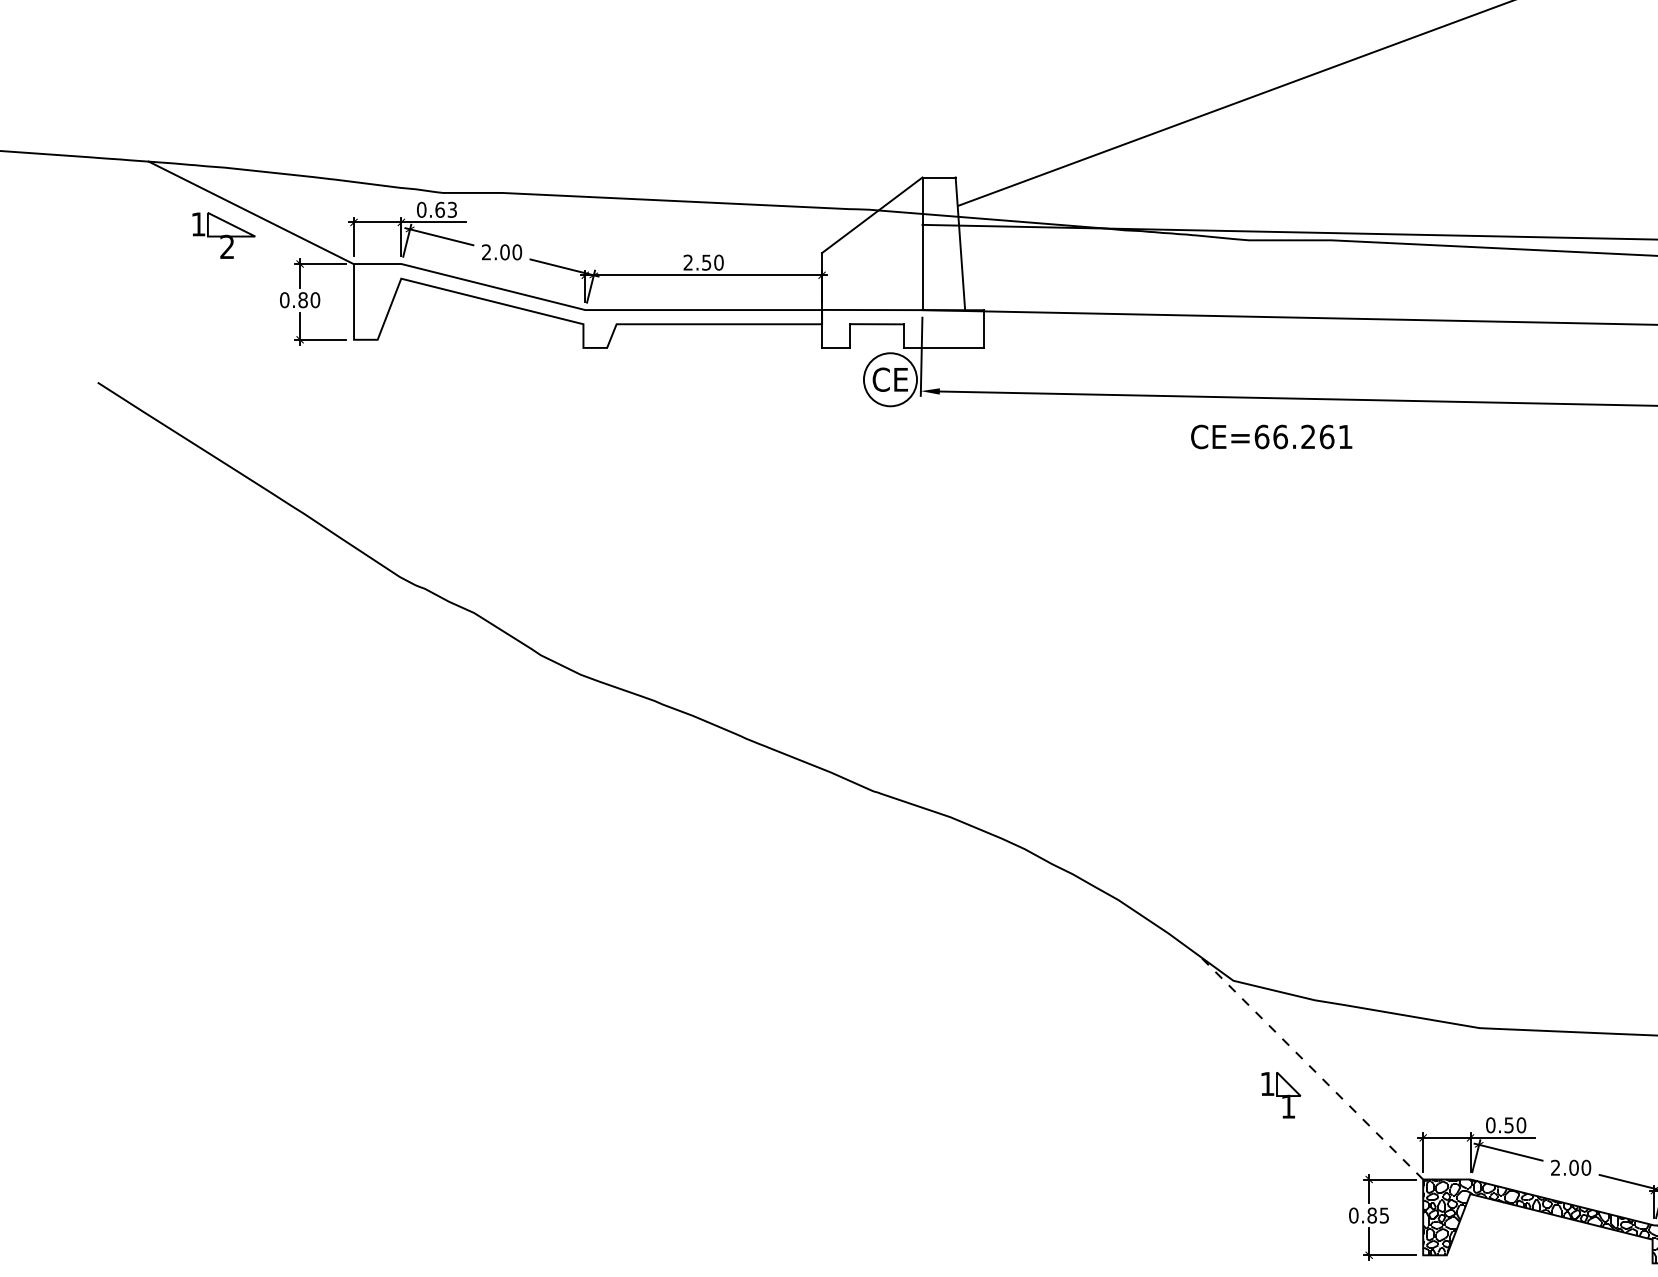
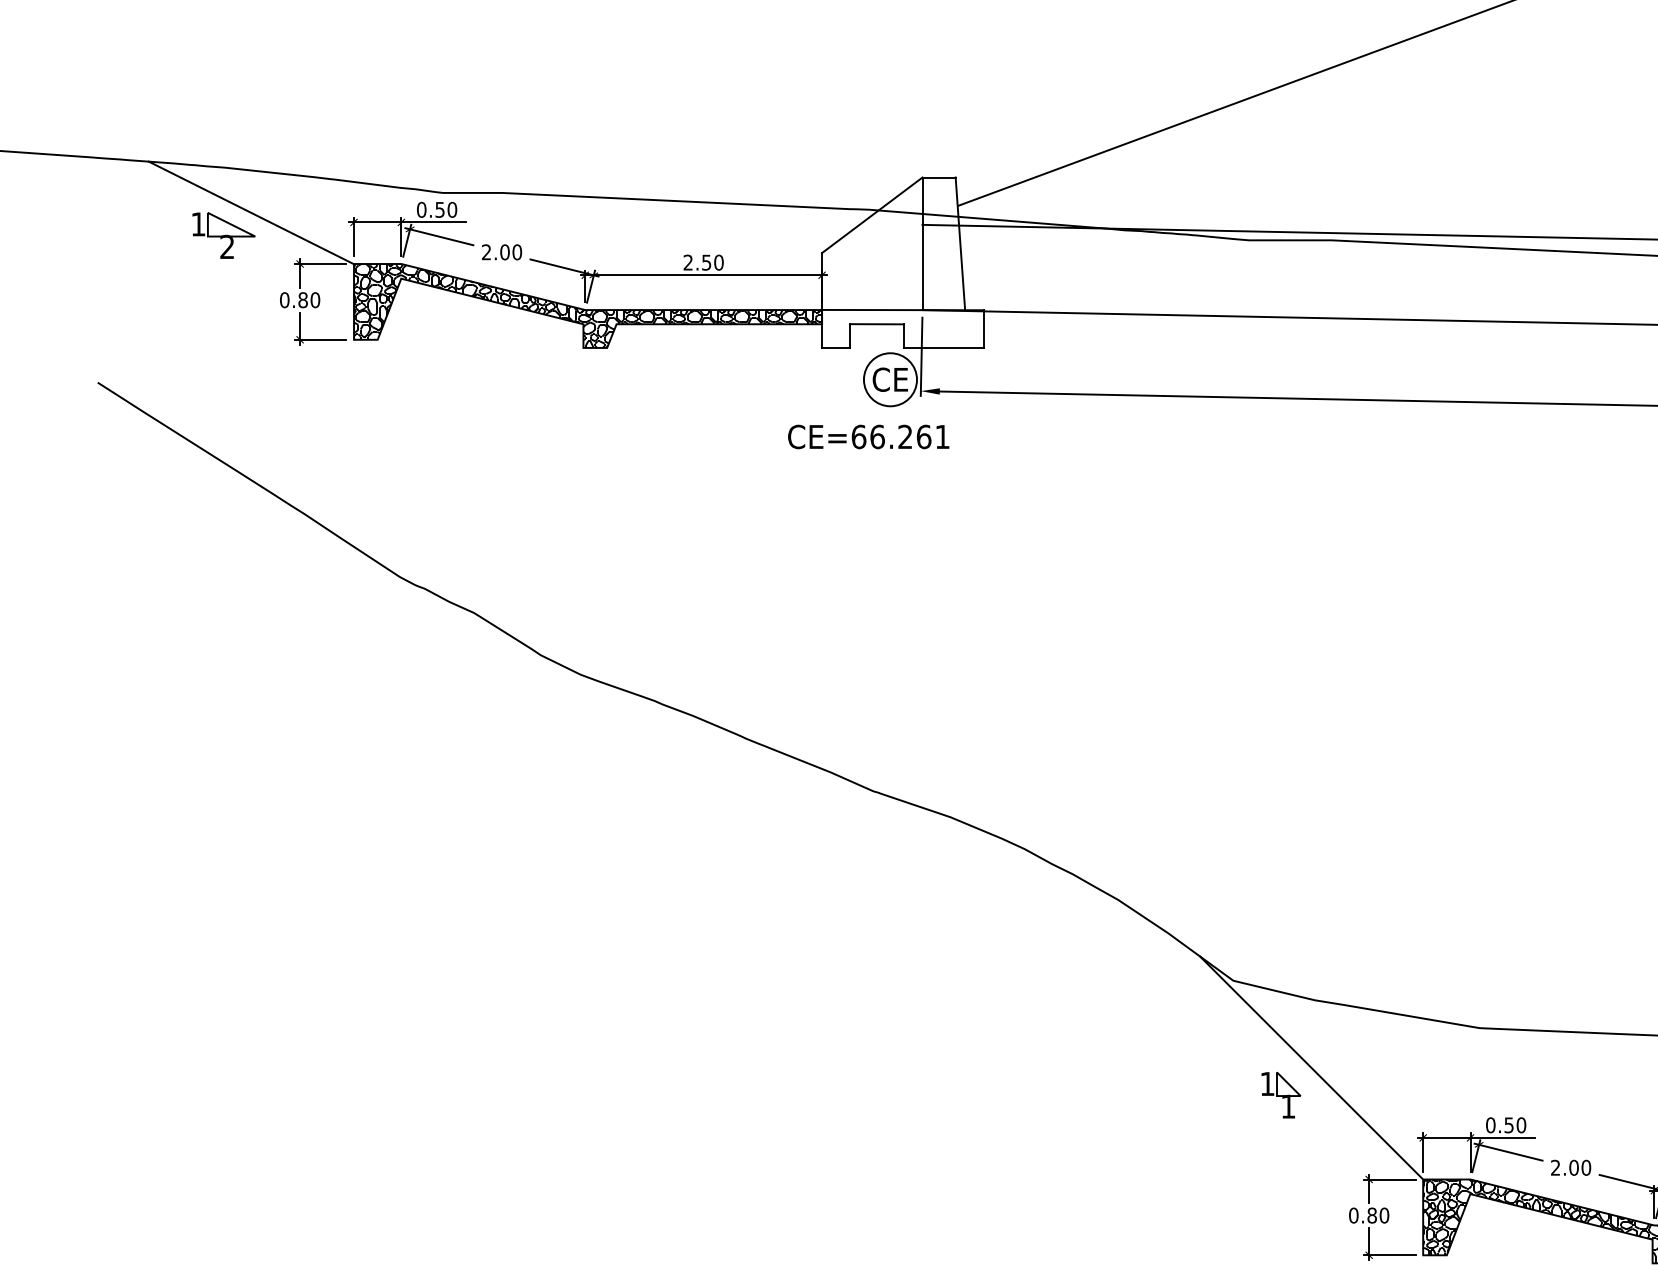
text at (446, 209): 0.63 -> 0.50
hatch at (588, 305): none -> present
text at (1271, 436) position: (1271, 436) -> (868, 436)
line at (1311, 1068): dashed -> solid
text at (1384, 1215): 0.85 -> 0.80
